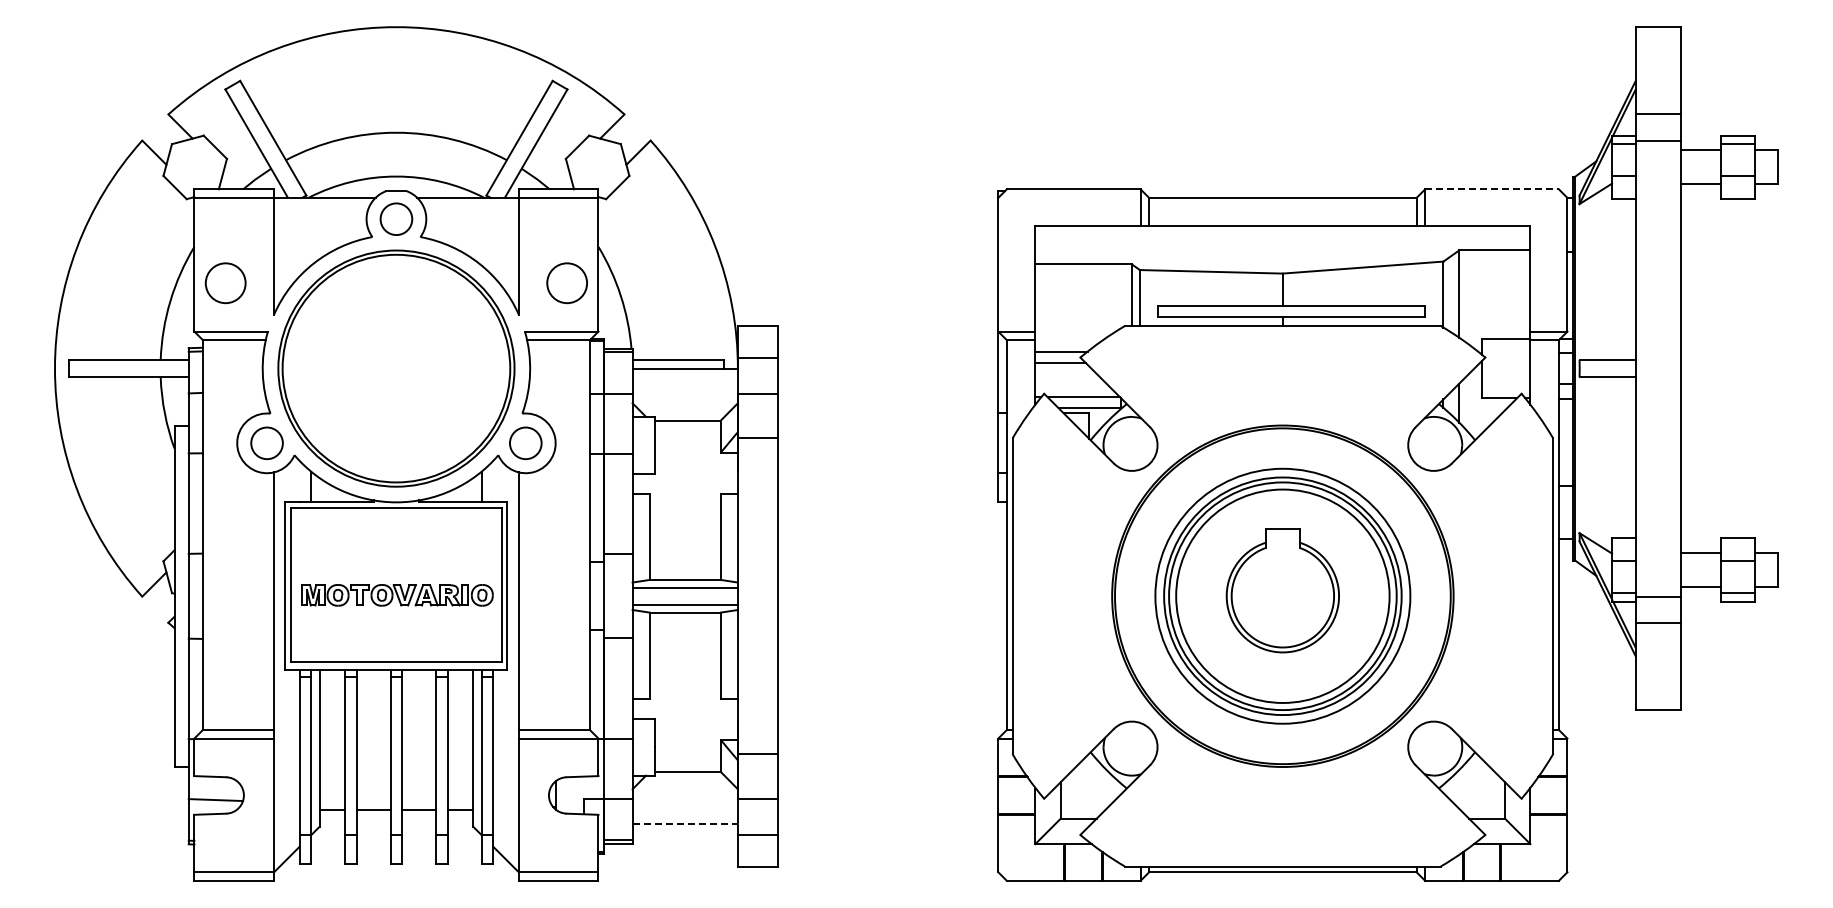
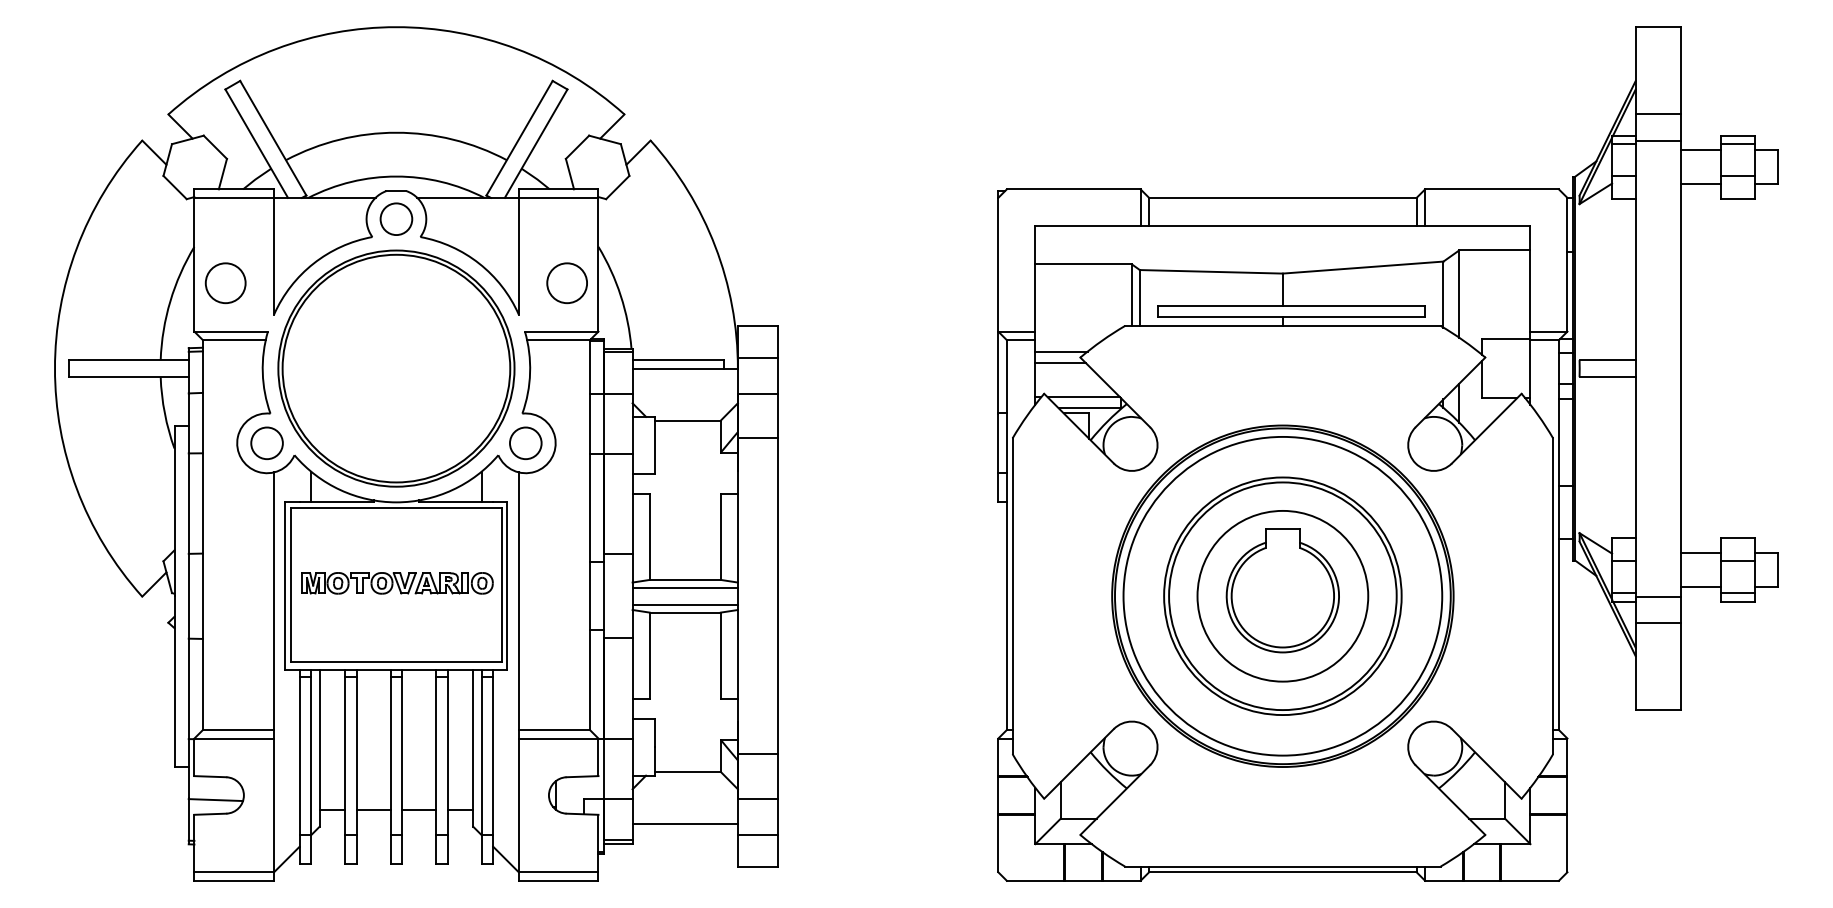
line at (1492, 189): dashed -> solid
part at (397, 595) position: (397, 595) -> (397, 583)
circle at (1282, 595) diameter: 213 px -> 171 px
circle at (1282, 595) diameter: 255 px -> 319 px
line at (685, 823): dashed -> solid
